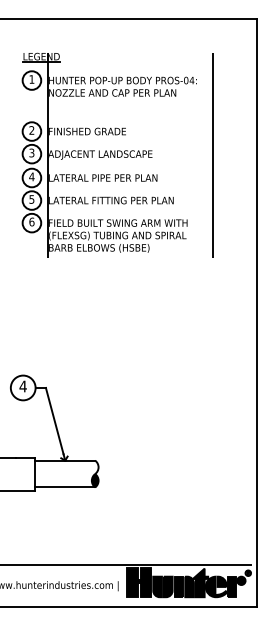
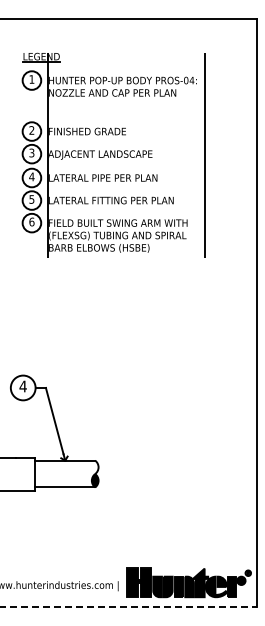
line at (212, 155) position: (212, 155) -> (204, 155)
line at (126, 564): present -> none
line at (129, 607): solid -> dashed
